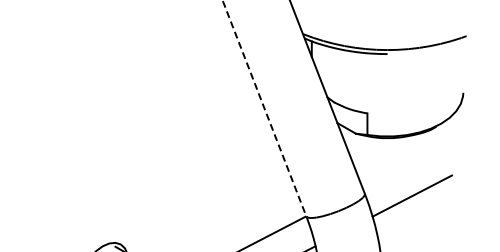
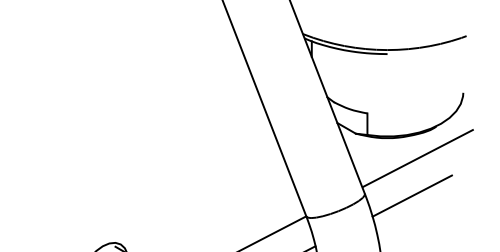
line at (264, 108): dashed -> solid
line at (417, 158): none -> present
